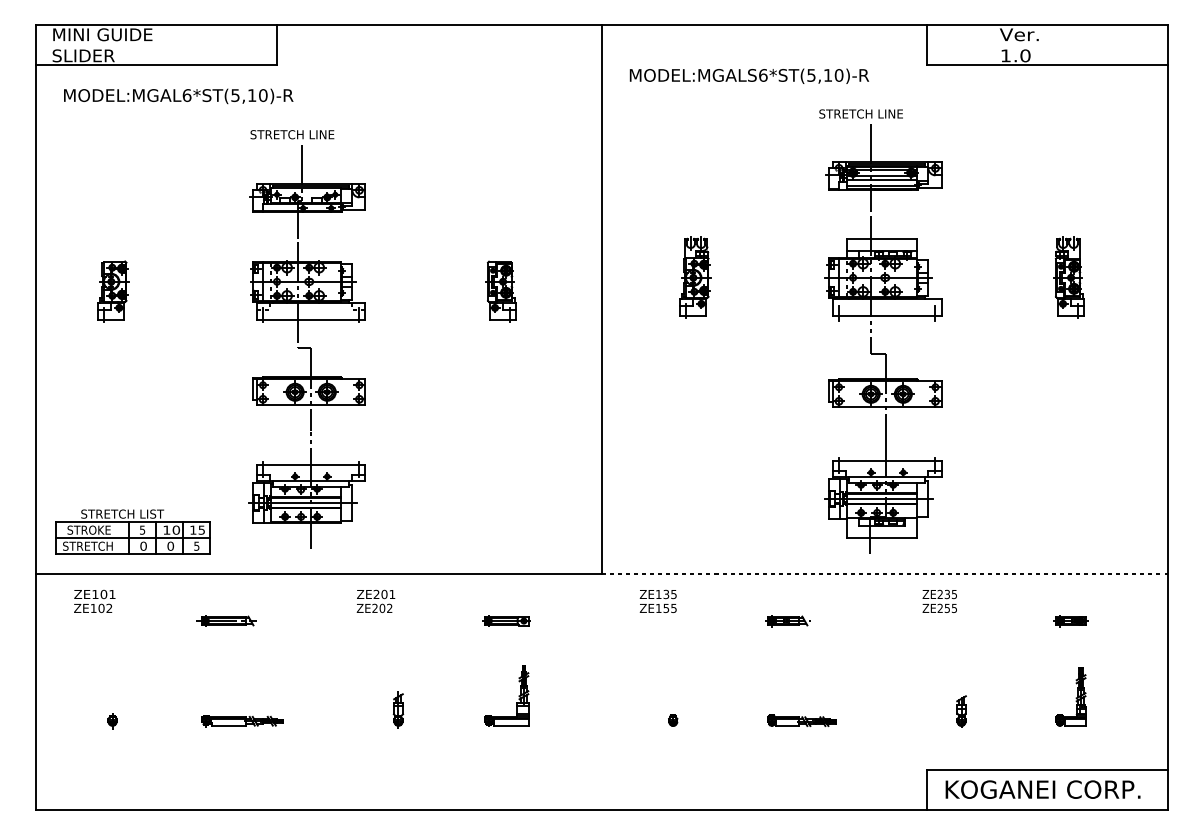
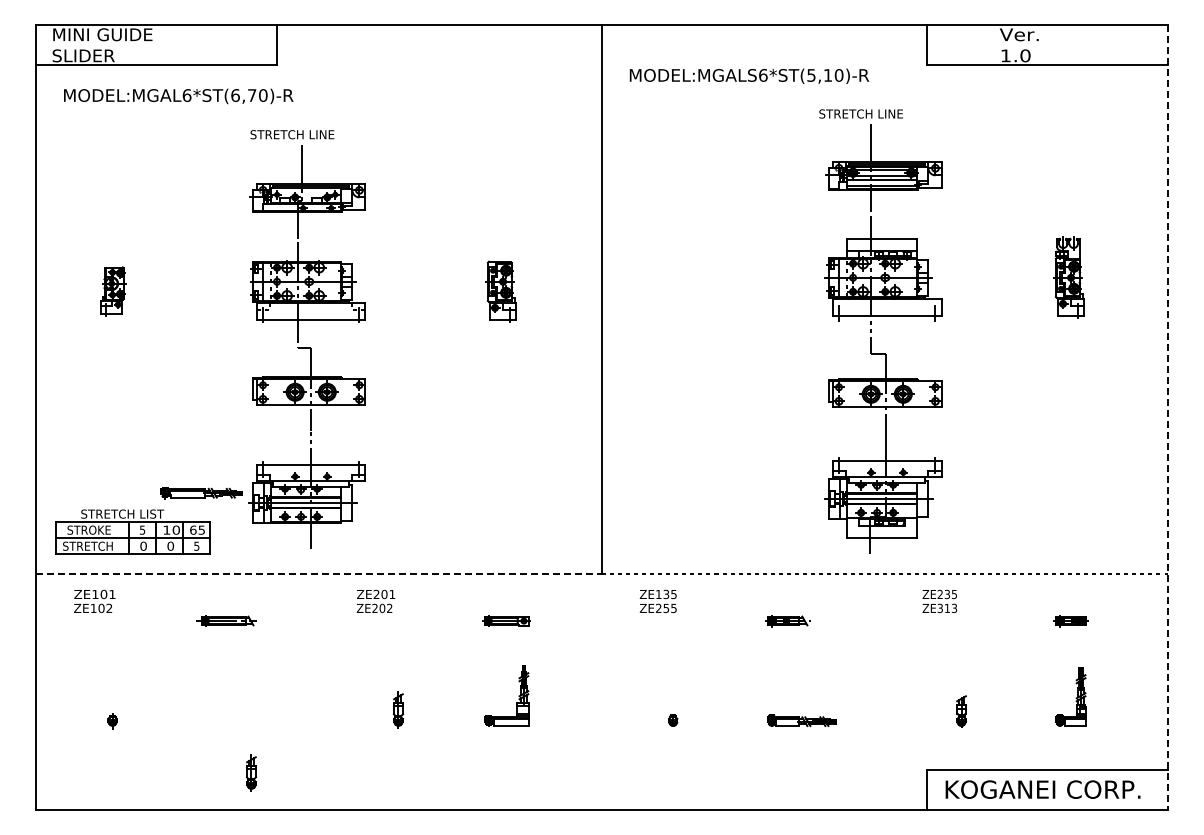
text at (243, 95): MODEL:MGAL6*ST(5,10)-R -> MODEL:MGAL6*ST(6,70)-R
part at (695, 277): present -> none
part at (113, 291) size: 33x63 px -> 27x51 px
line at (1167, 417): solid -> dashed
text at (193, 529): 15 -> 65
line at (319, 574): solid -> dashed
text at (658, 607): ZE155 -> ZE255
text at (947, 608): ZE255 -> ZE313
part at (242, 721) position: (242, 721) -> (201, 493)
part at (251, 772): none -> present
